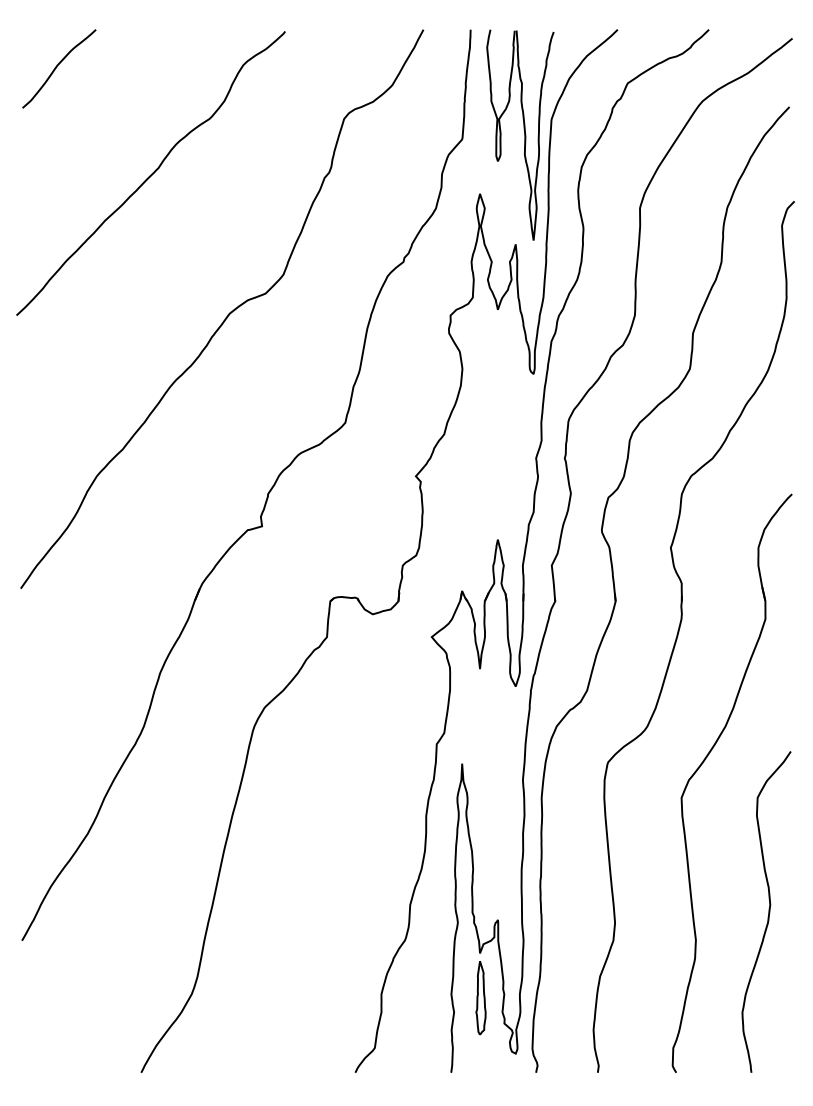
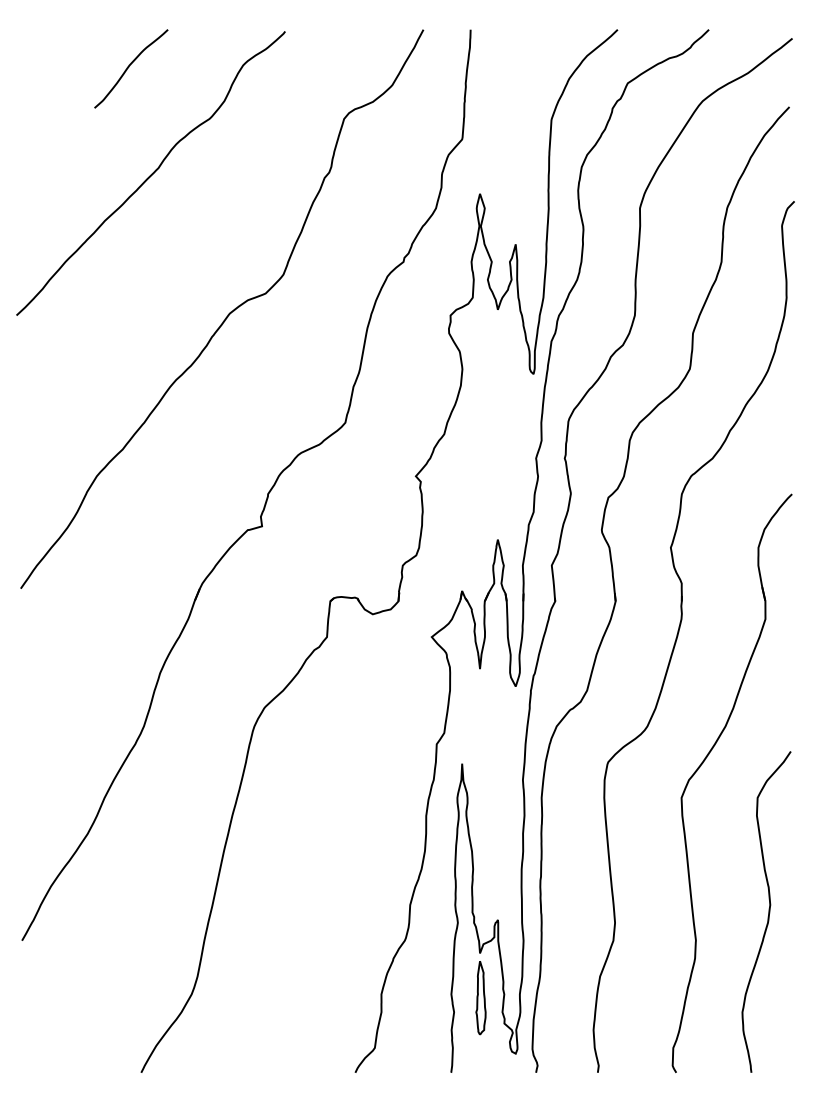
curve at (57, 67) position: (57, 67) -> (129, 67)
part at (520, 134): present -> none
